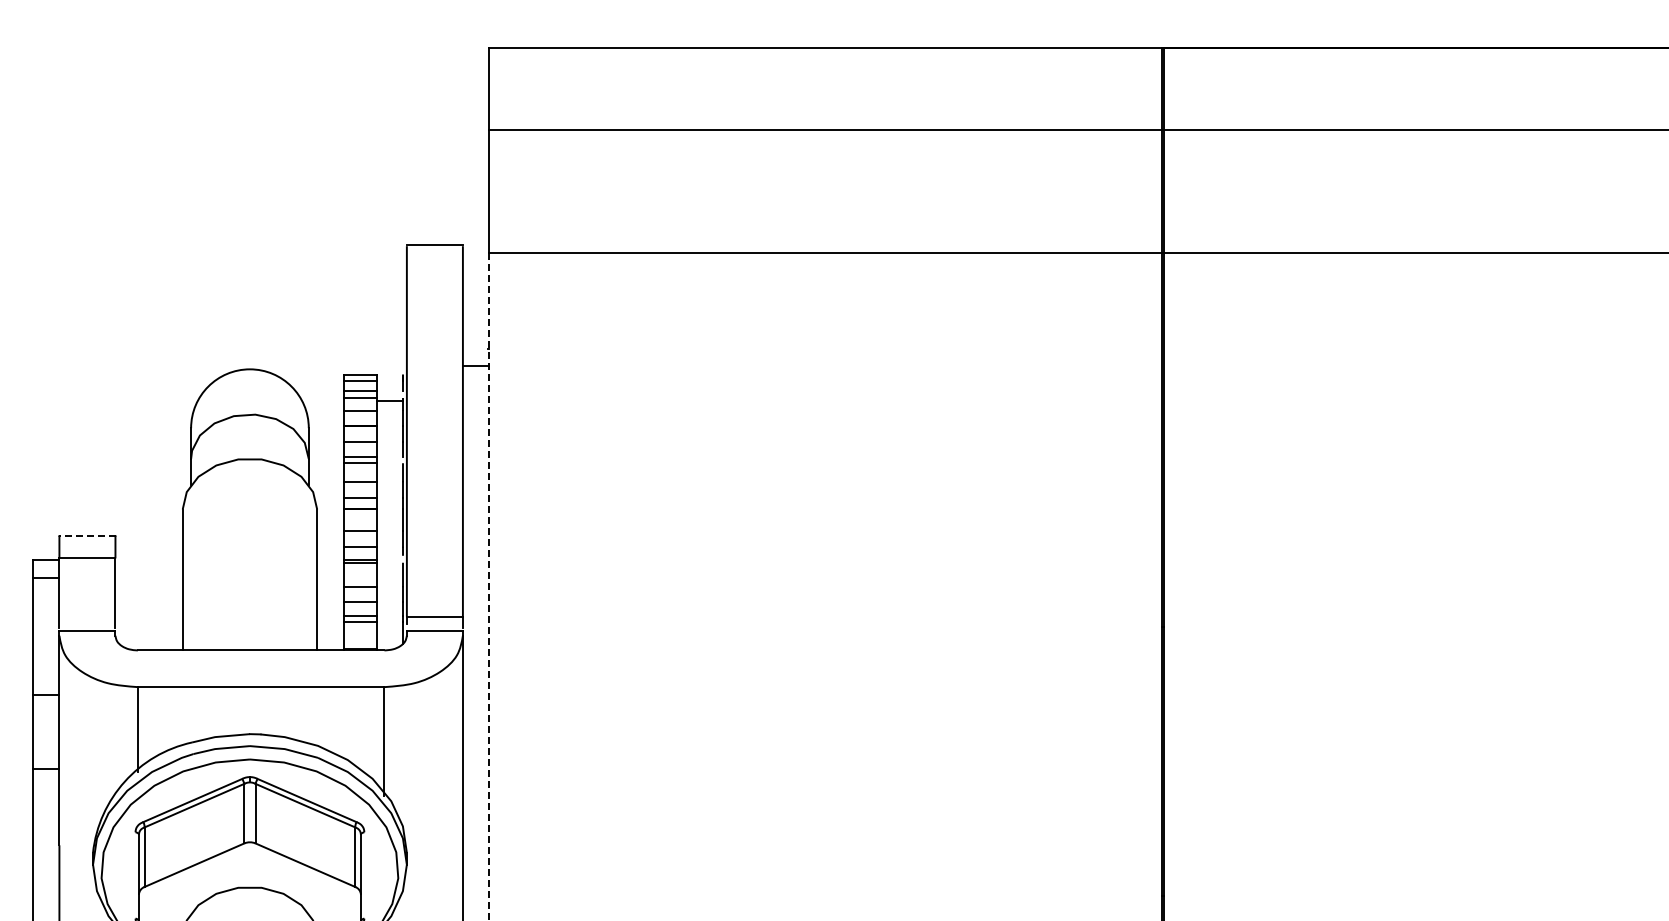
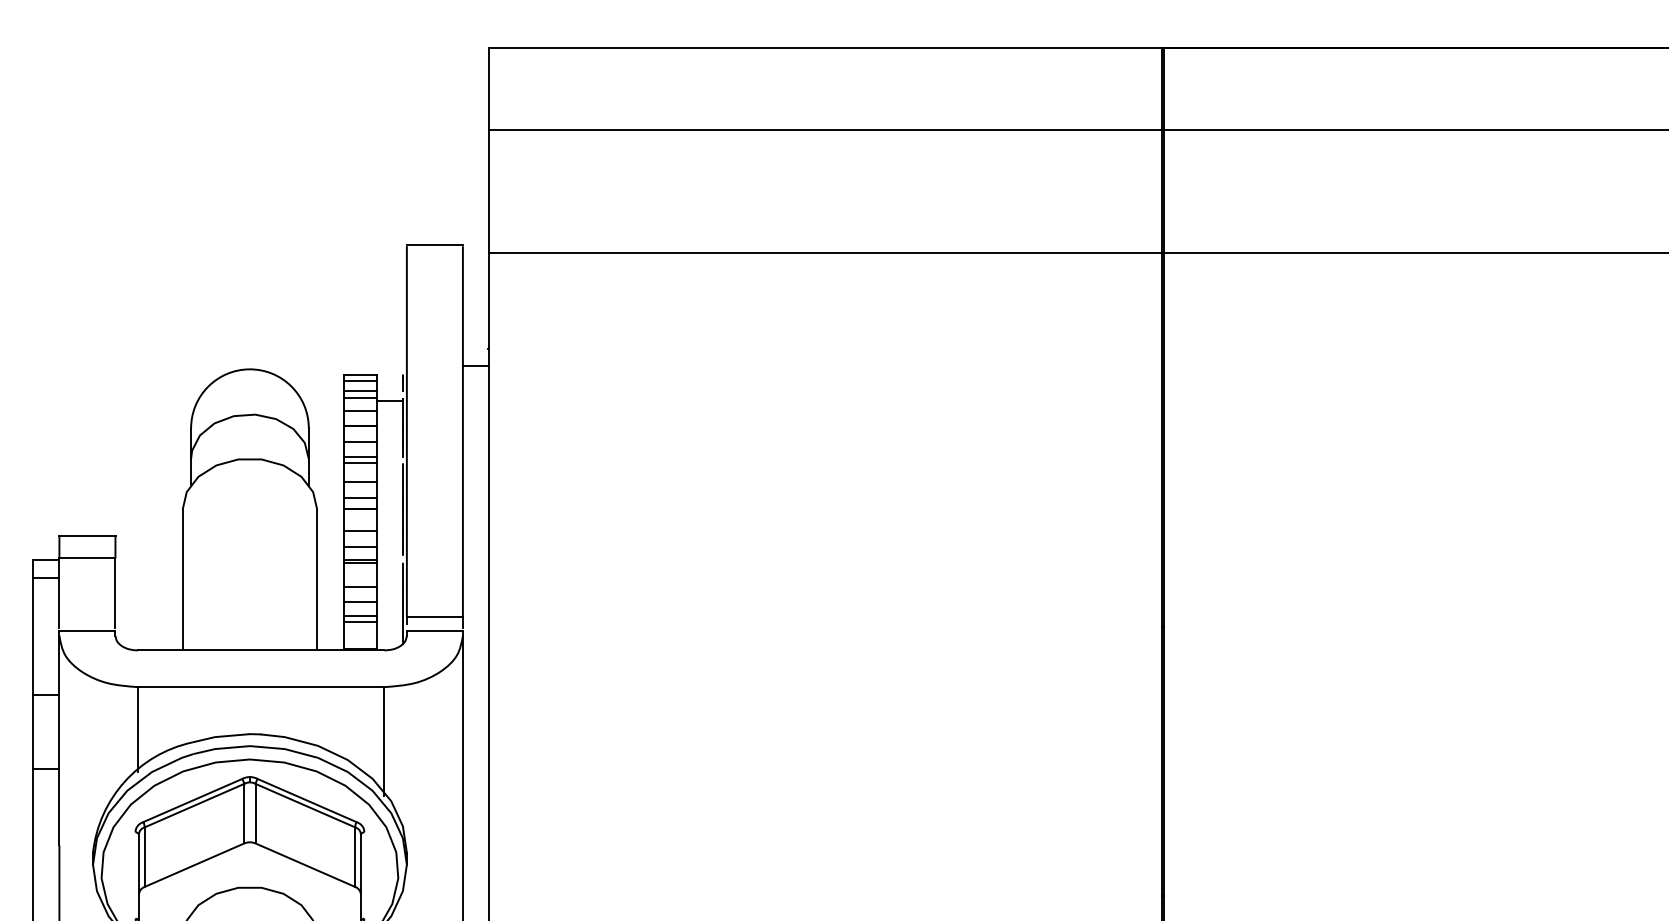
line at (86, 535): dashed -> solid
line at (489, 586): dashed -> solid
